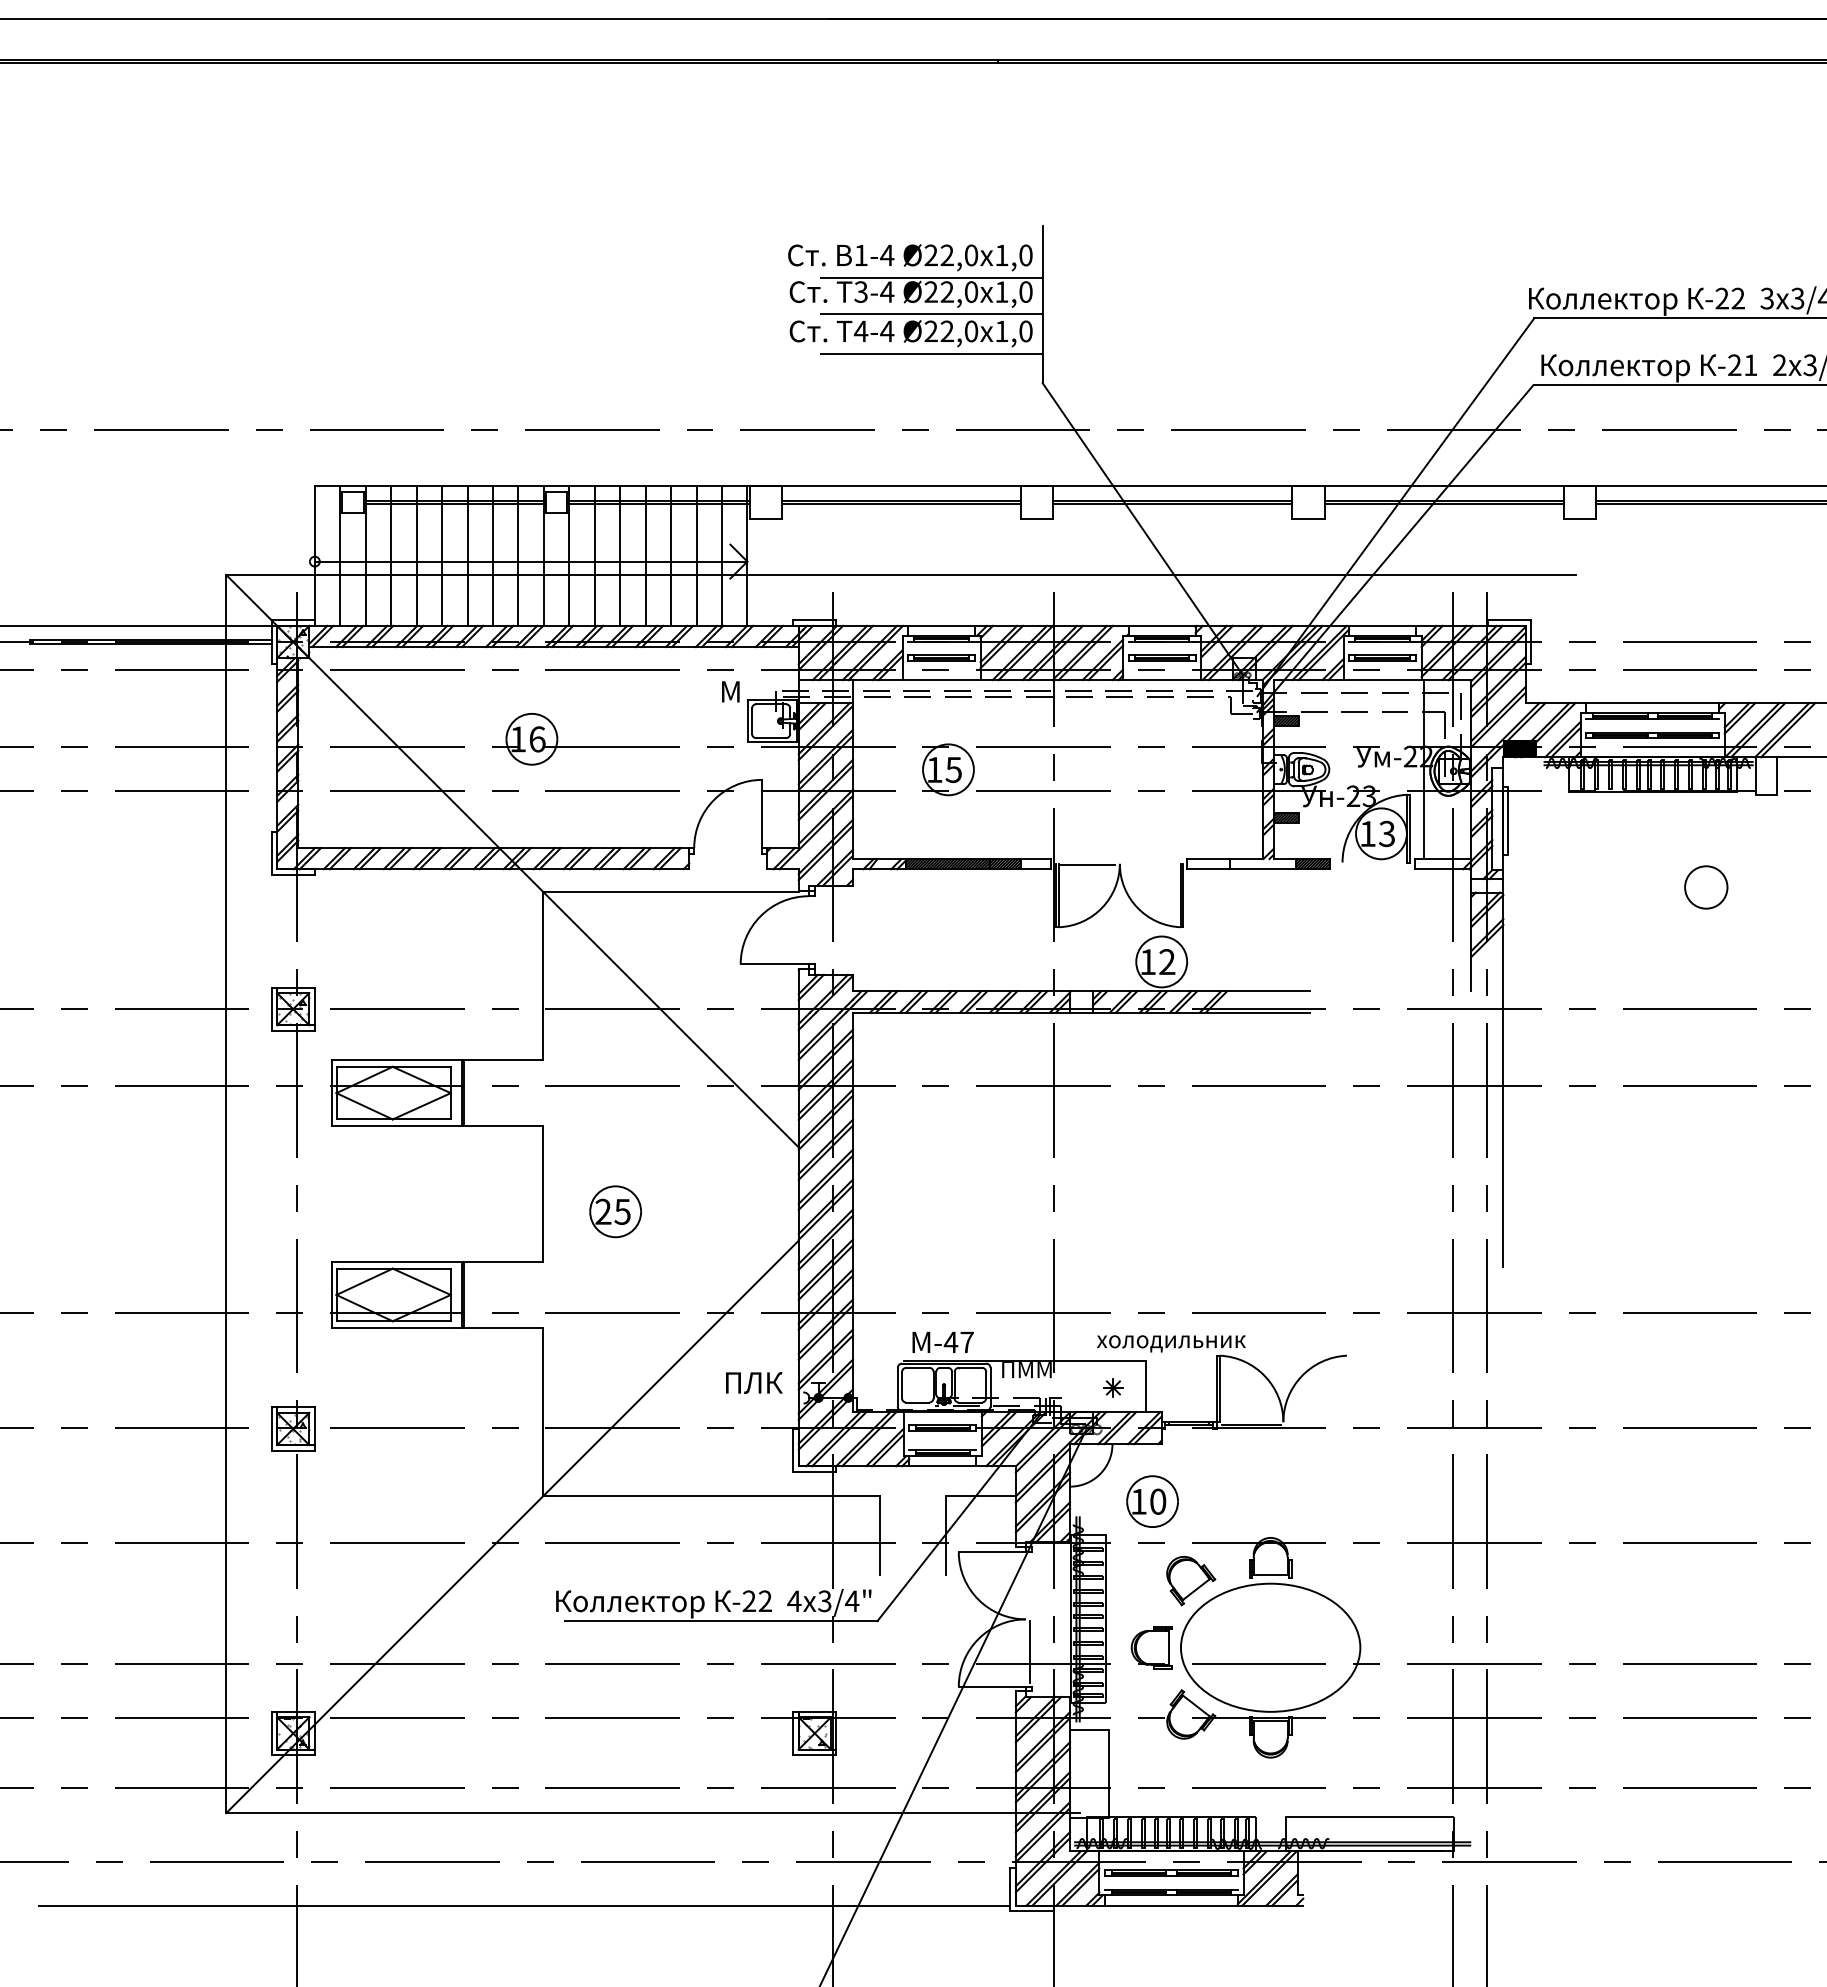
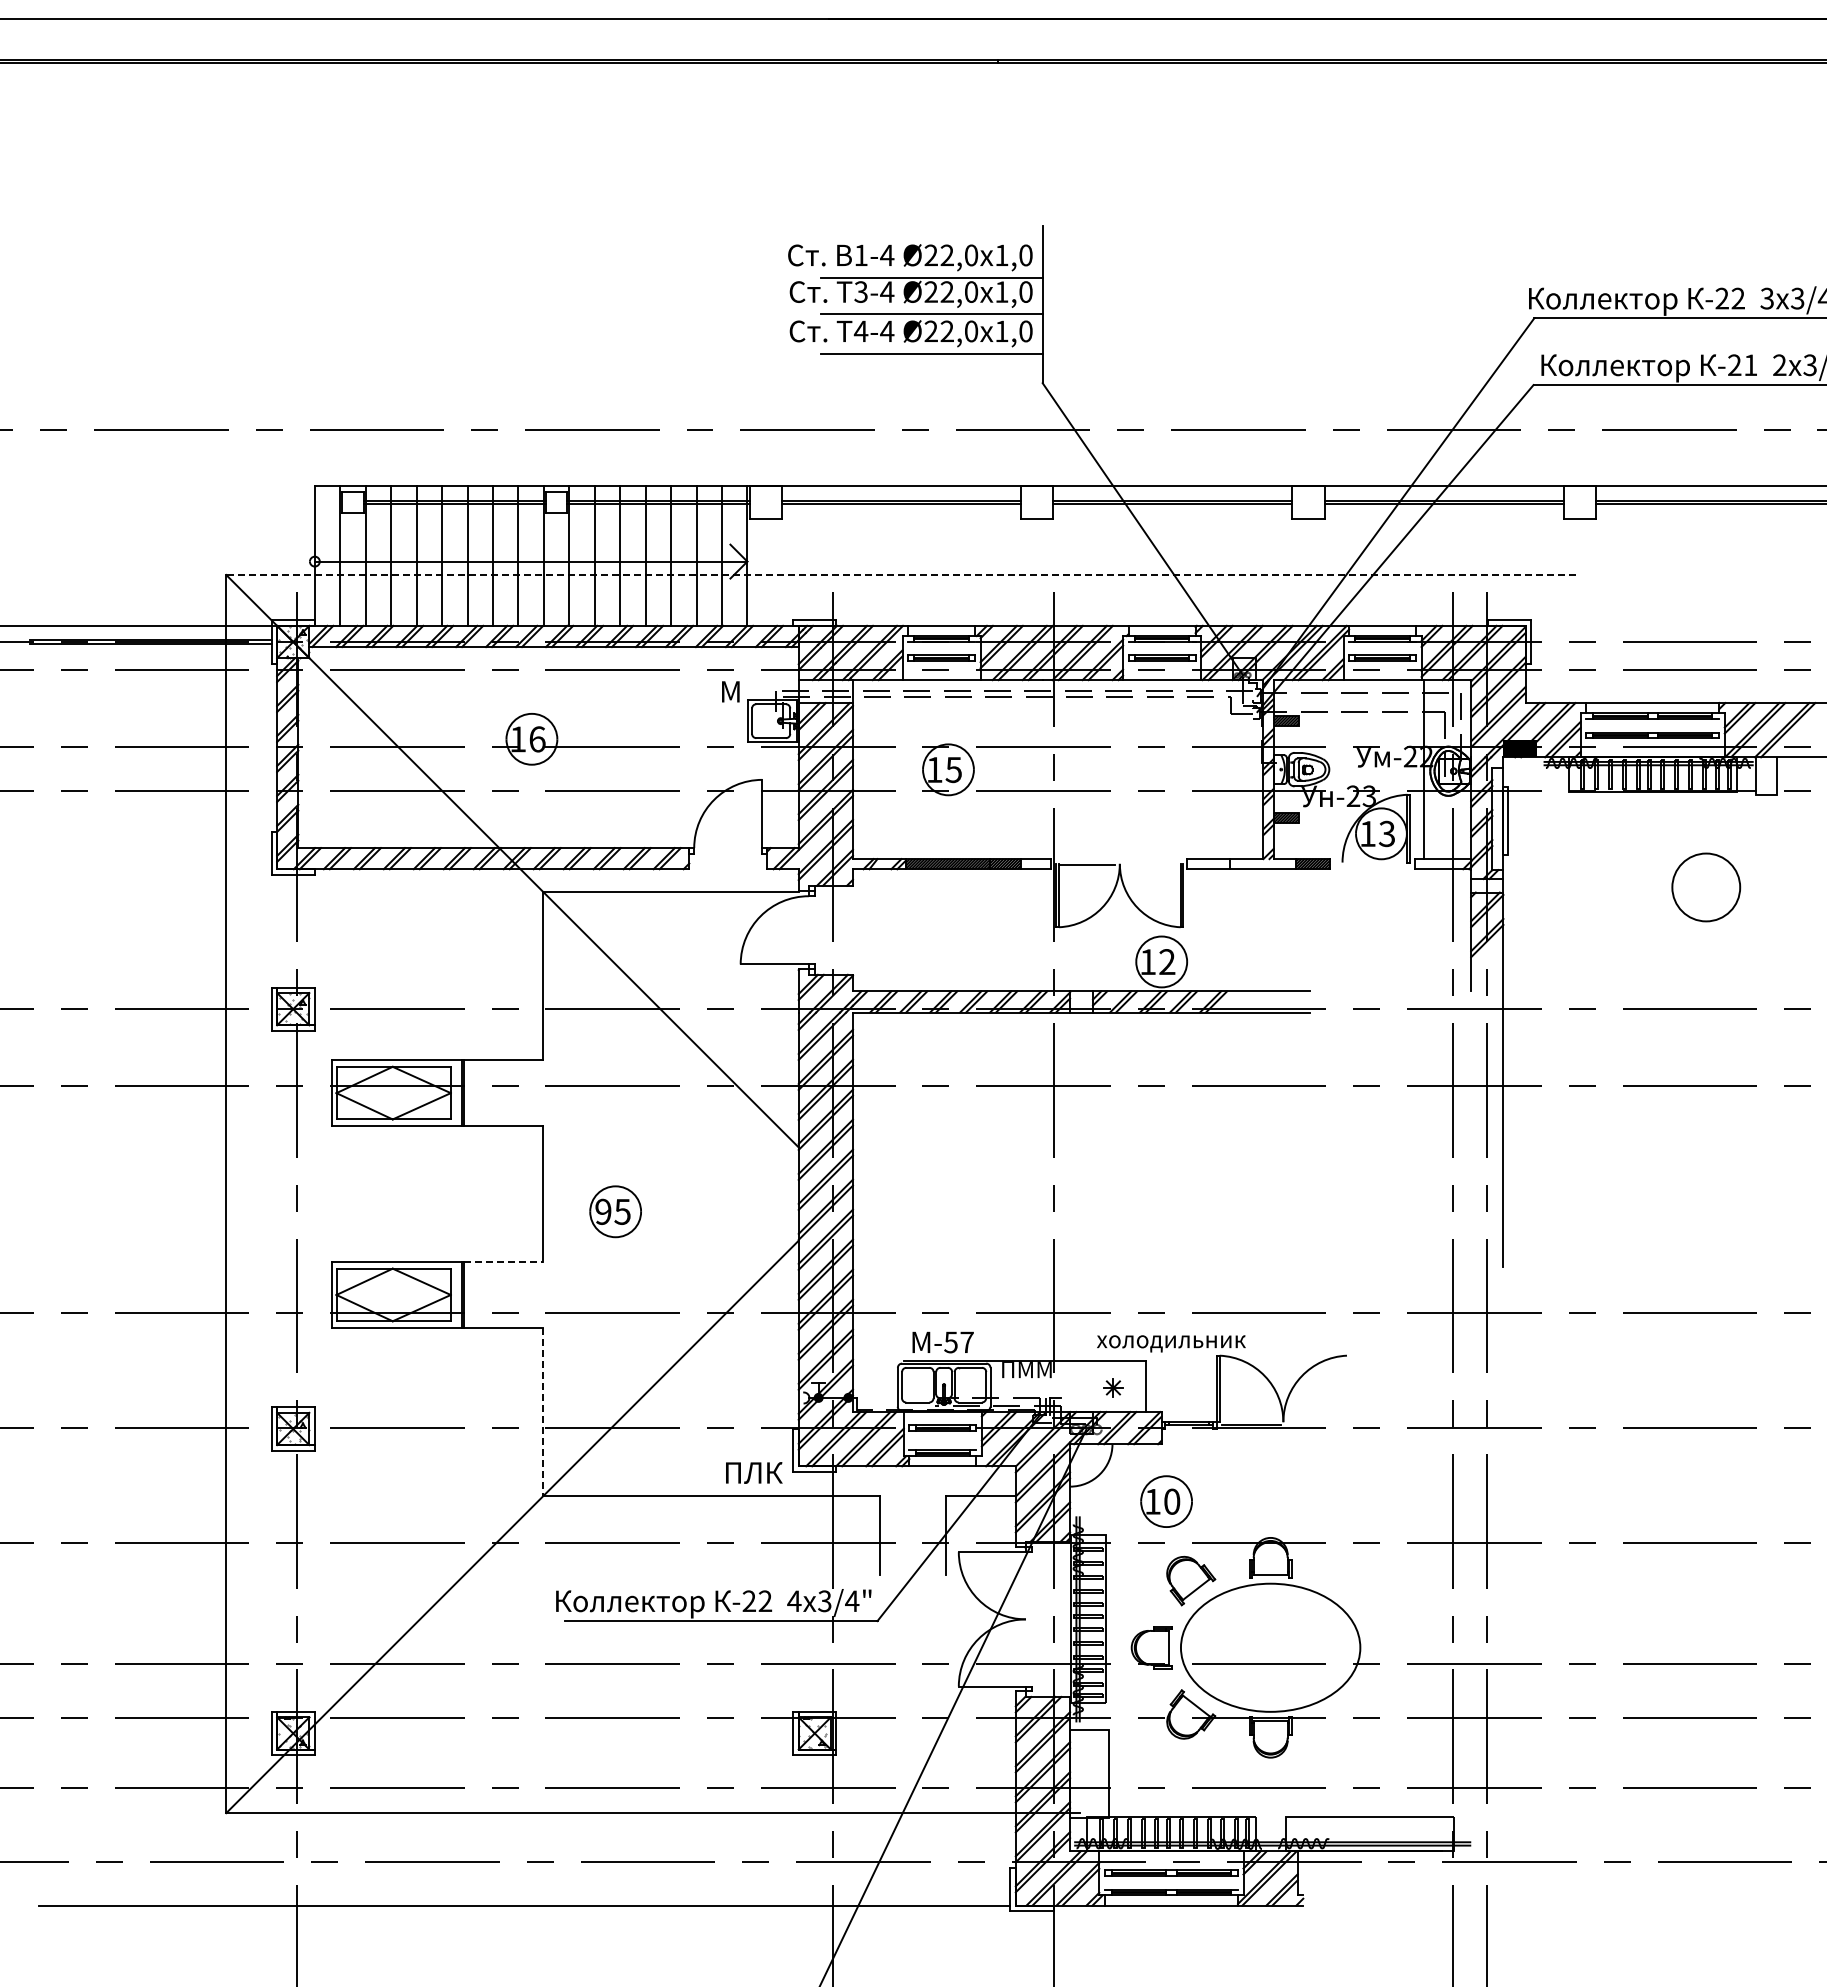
line at (900, 574): solid -> dashed
circle at (1706, 887) diameter: 42 px -> 68 px
text at (603, 1211): 25 -> 95
line at (503, 1261): solid -> dashed
text at (950, 1342): -47 -> -57
text at (754, 1382) position: (754, 1382) -> (754, 1472)
line at (543, 1412): solid -> dashed
part at (1152, 1501) position: (1152, 1501) -> (1166, 1501)
line at (1030, 1651): present -> none
